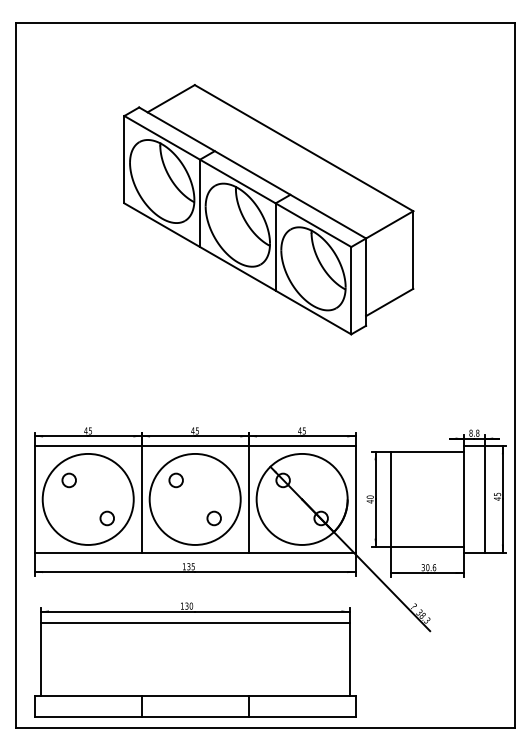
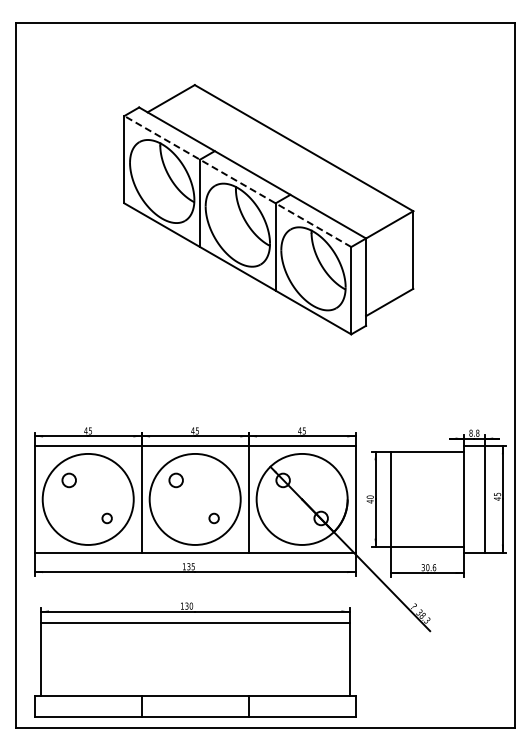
line at (237, 181): solid -> dashed
circle at (106, 518) size: 16x17 px -> 12x13 px
circle at (213, 518) size: 16x17 px -> 12x13 px
